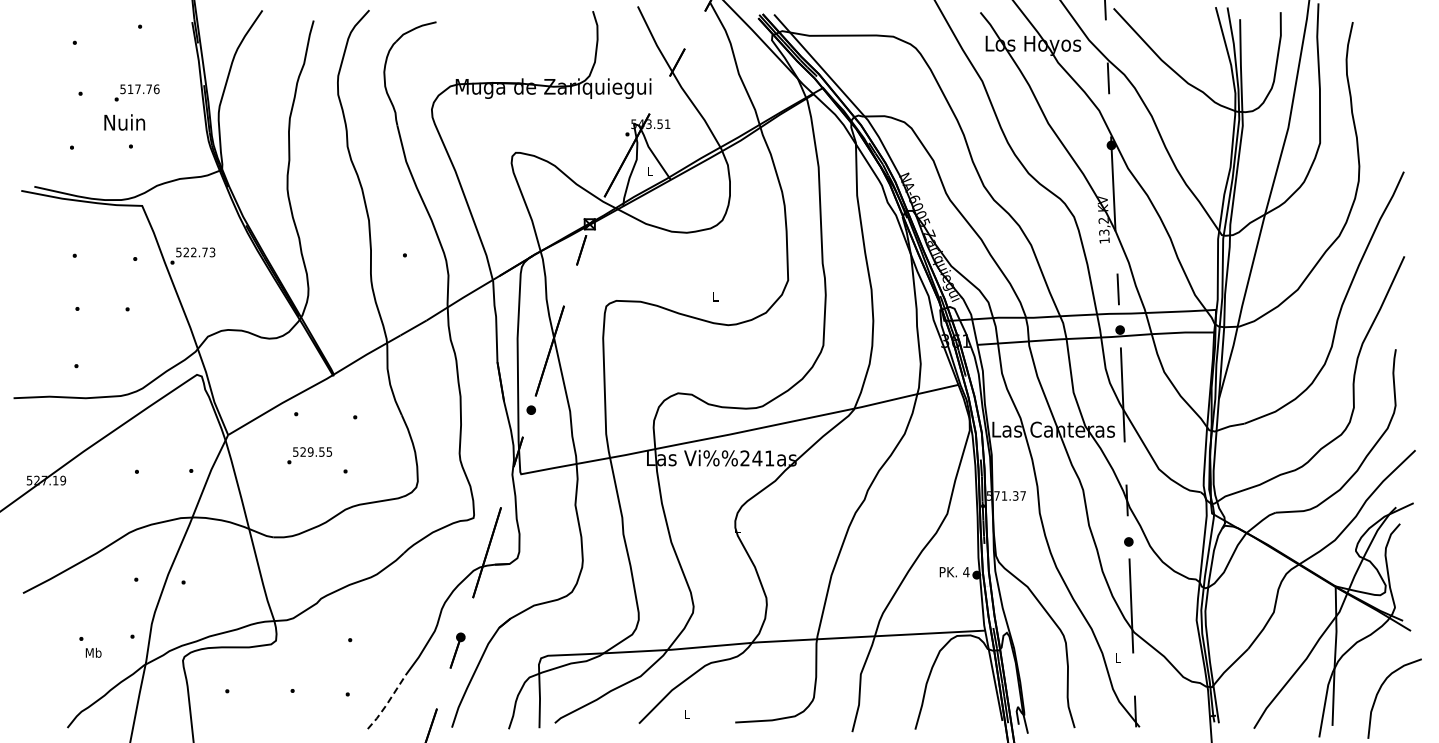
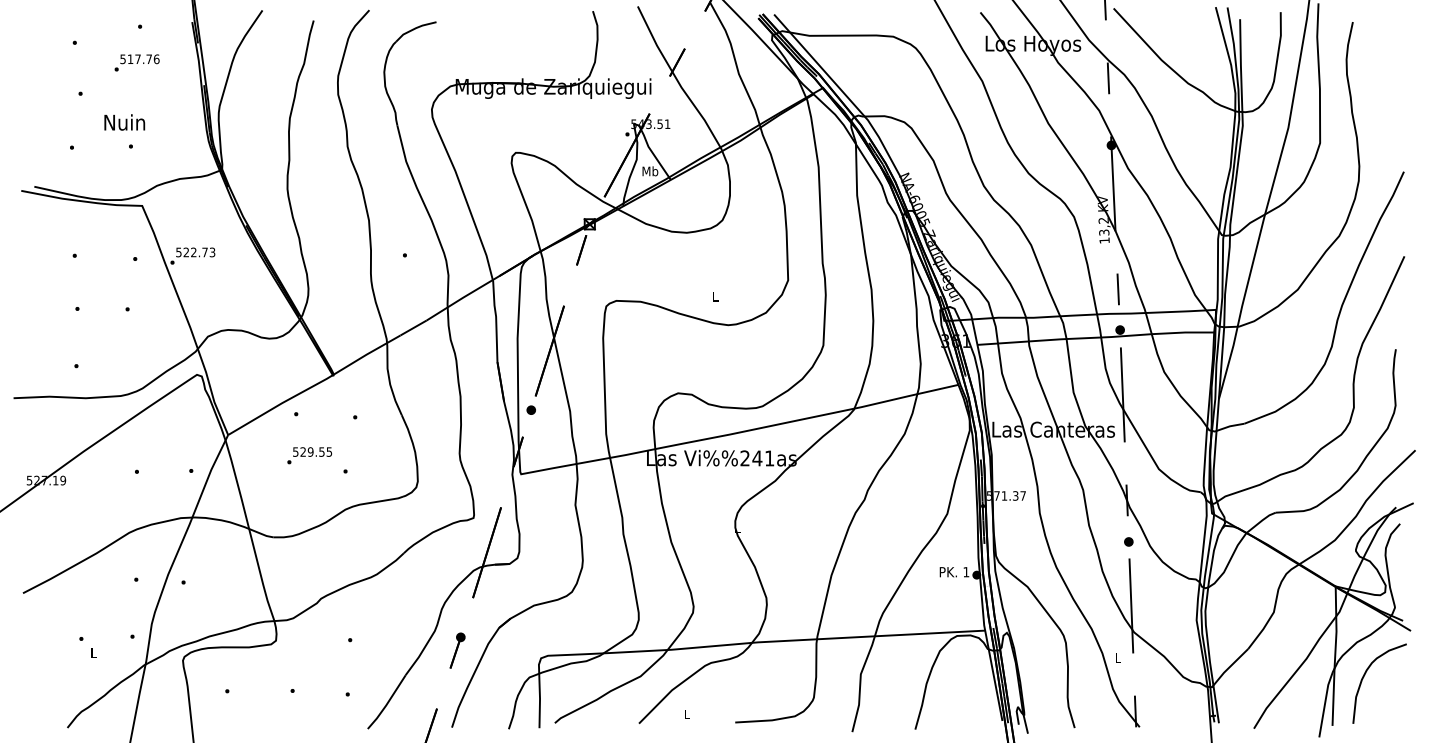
text at (136, 92) position: (136, 92) -> (136, 62)
text at (650, 171): L -> Mb
text at (966, 572): 4 -> 1
text at (93, 652): Mb -> L
curve at (1380, 690) position: (1380, 690) -> (1365, 675)
line at (387, 703): dashed -> solid
